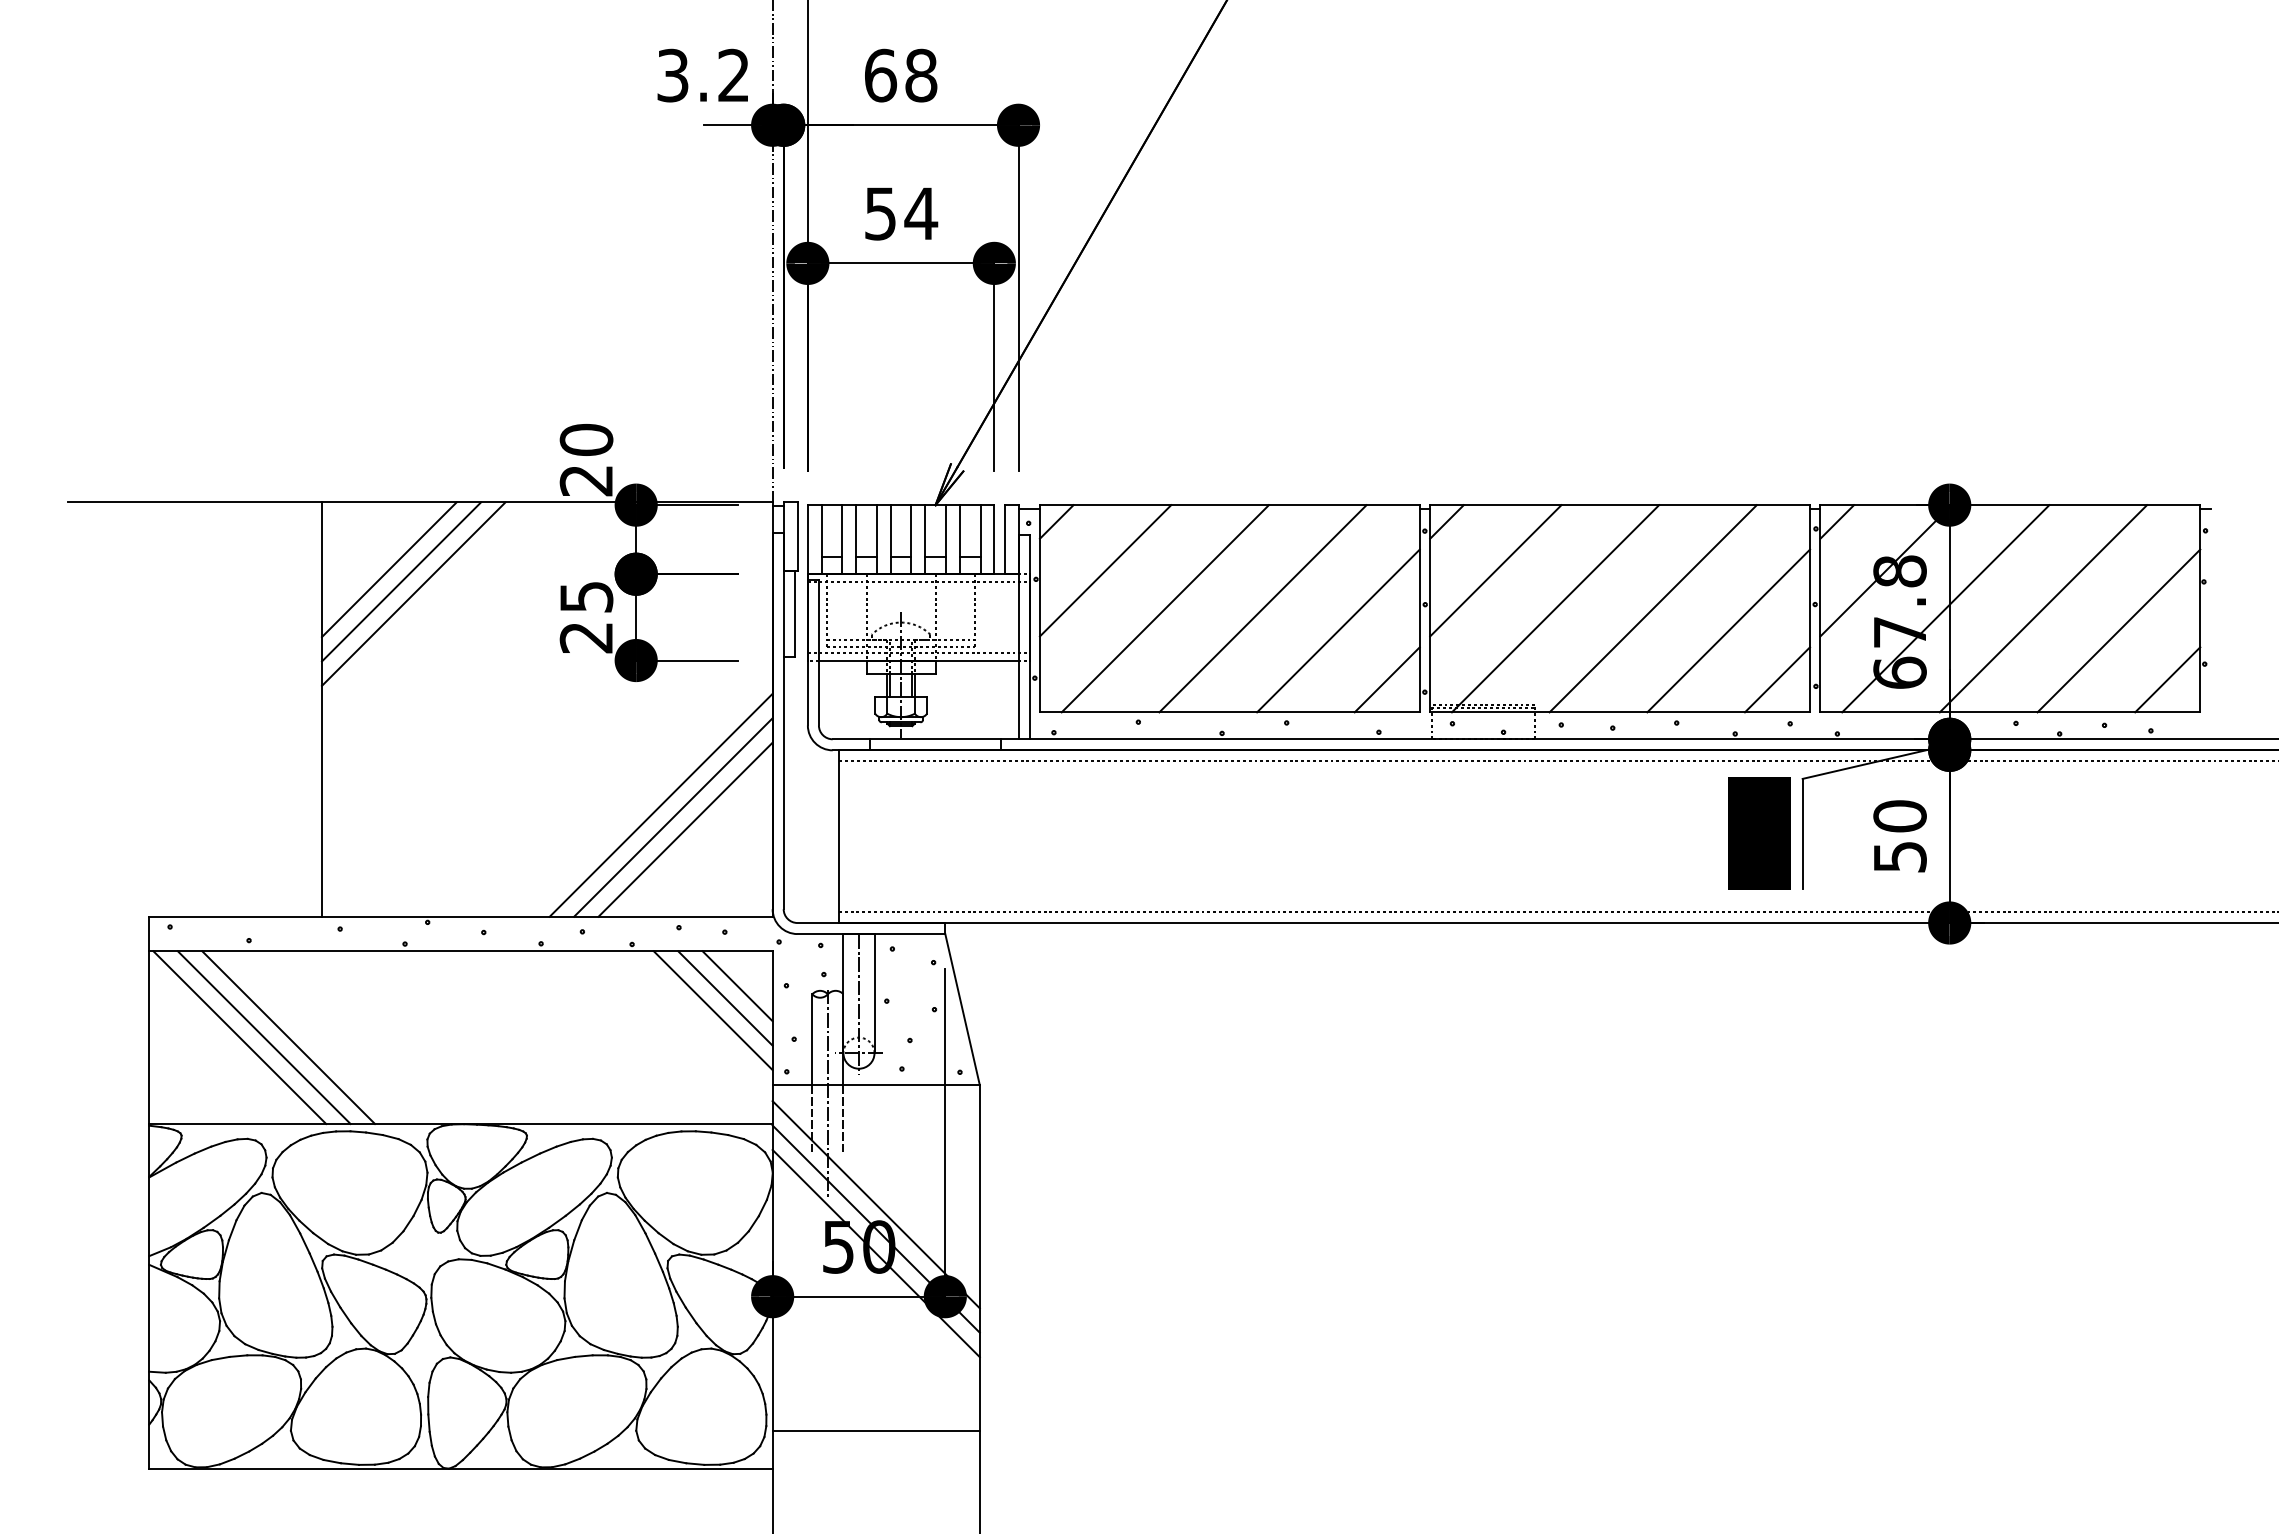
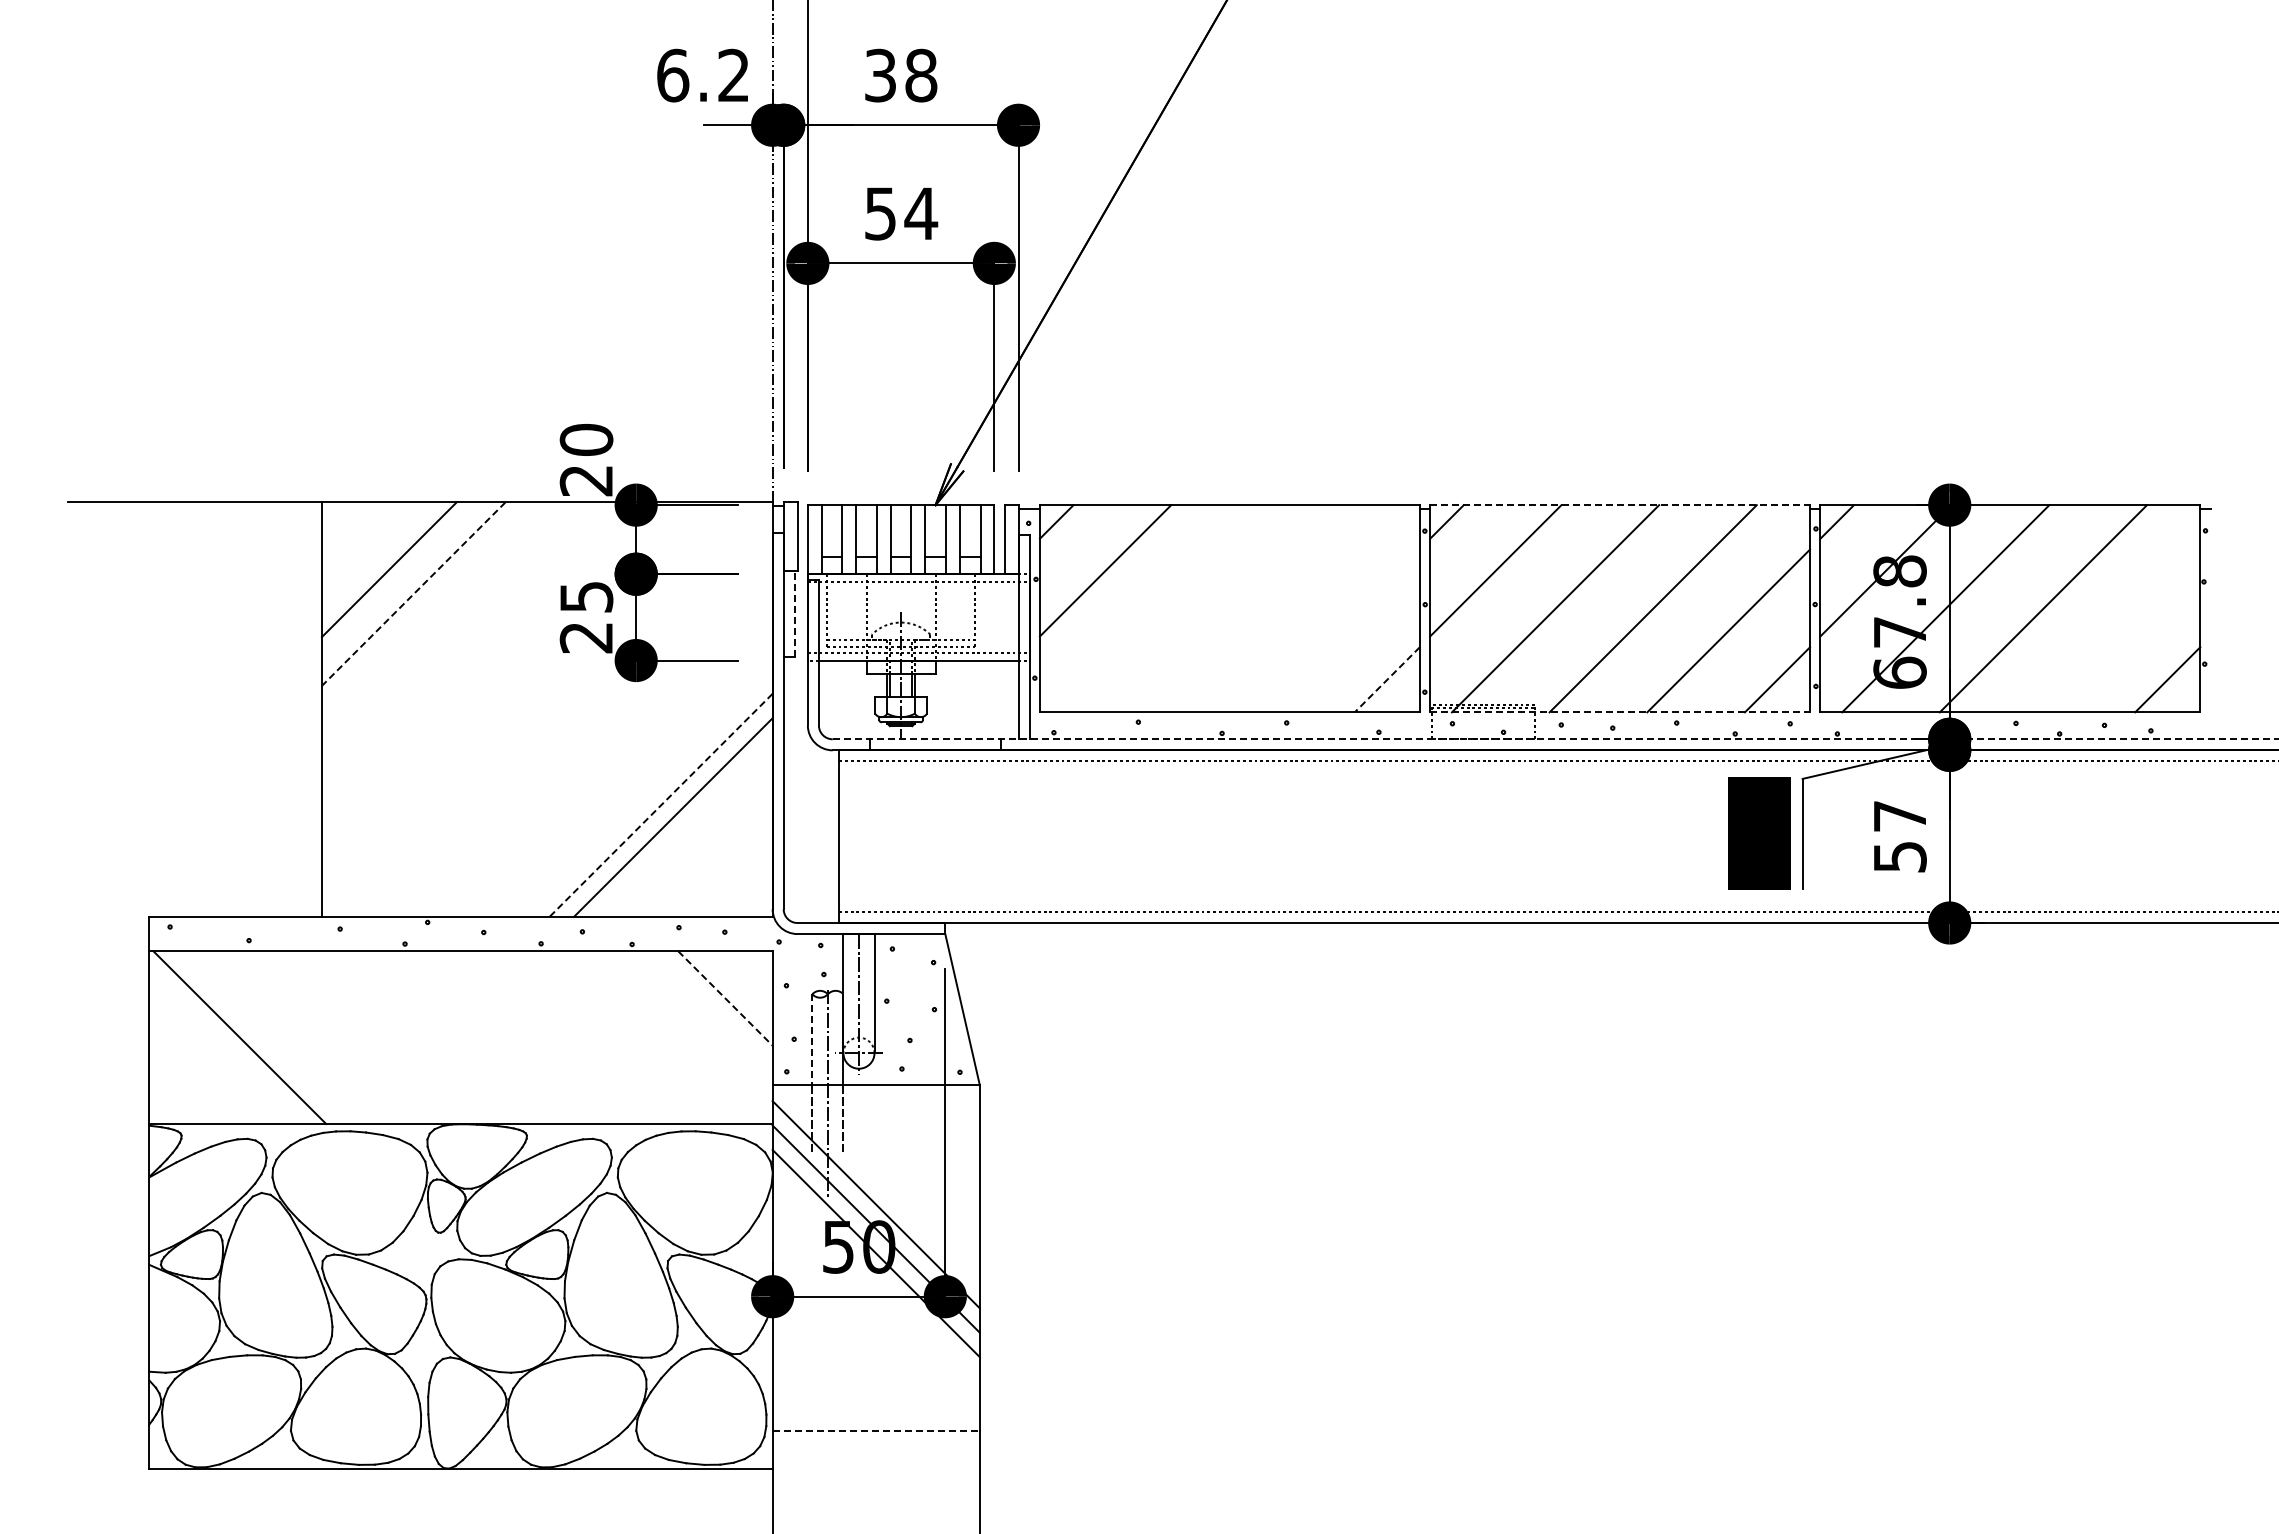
text at (673, 75): 3.2 -> 6.2
text at (881, 75): 68 -> 38
line at (1620, 505): solid -> dashed
line at (401, 581): present -> none
line at (413, 594): solid -> dashed
line at (1164, 608): present -> none
line at (1262, 608): present -> none
line at (794, 614): solid -> dashed
line at (1338, 630): present -> none
line at (2118, 630): present -> none
line at (1386, 680): solid -> dashed
line at (1620, 712): solid -> dashed
line at (1555, 739): solid -> dashed
line at (661, 805): solid -> dashed
text at (1899, 816): 50 -> 57
line at (685, 829): present -> none
line at (737, 986): present -> none
line at (725, 998): solid -> dashed
line at (712, 1010): present -> none
line at (263, 1037): present -> none
line at (288, 1037): present -> none
line at (812, 1040): solid -> dashed
line at (876, 1430): solid -> dashed
